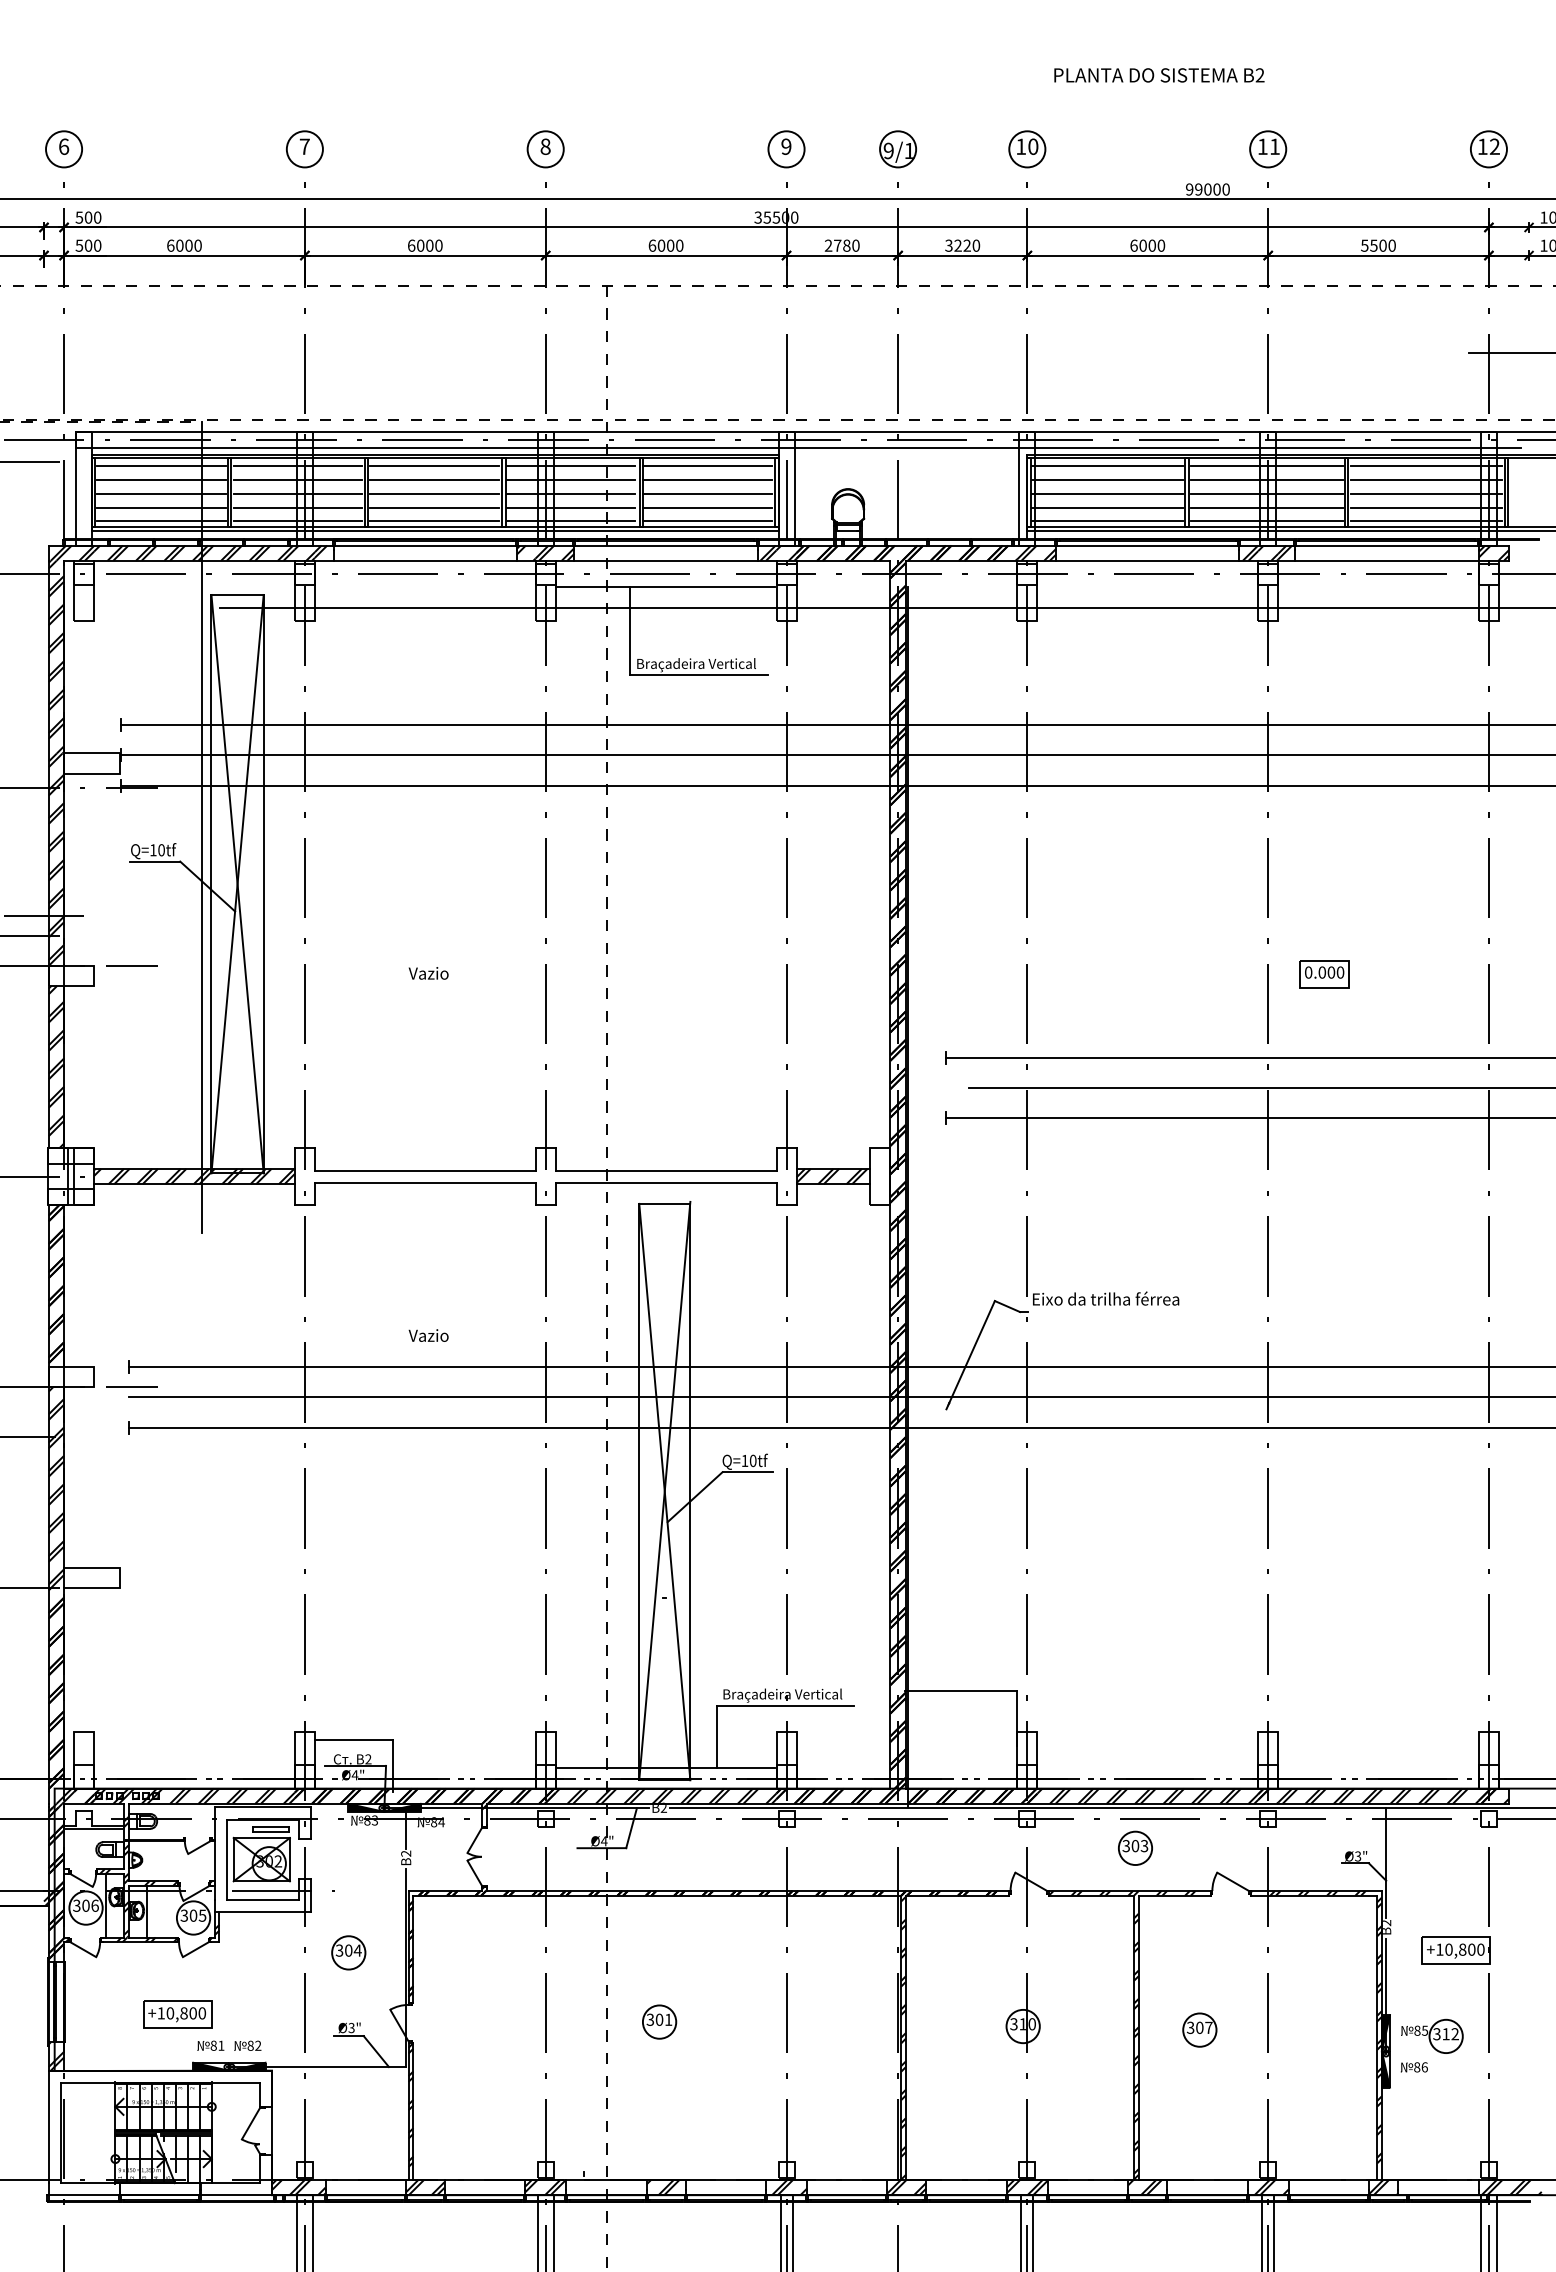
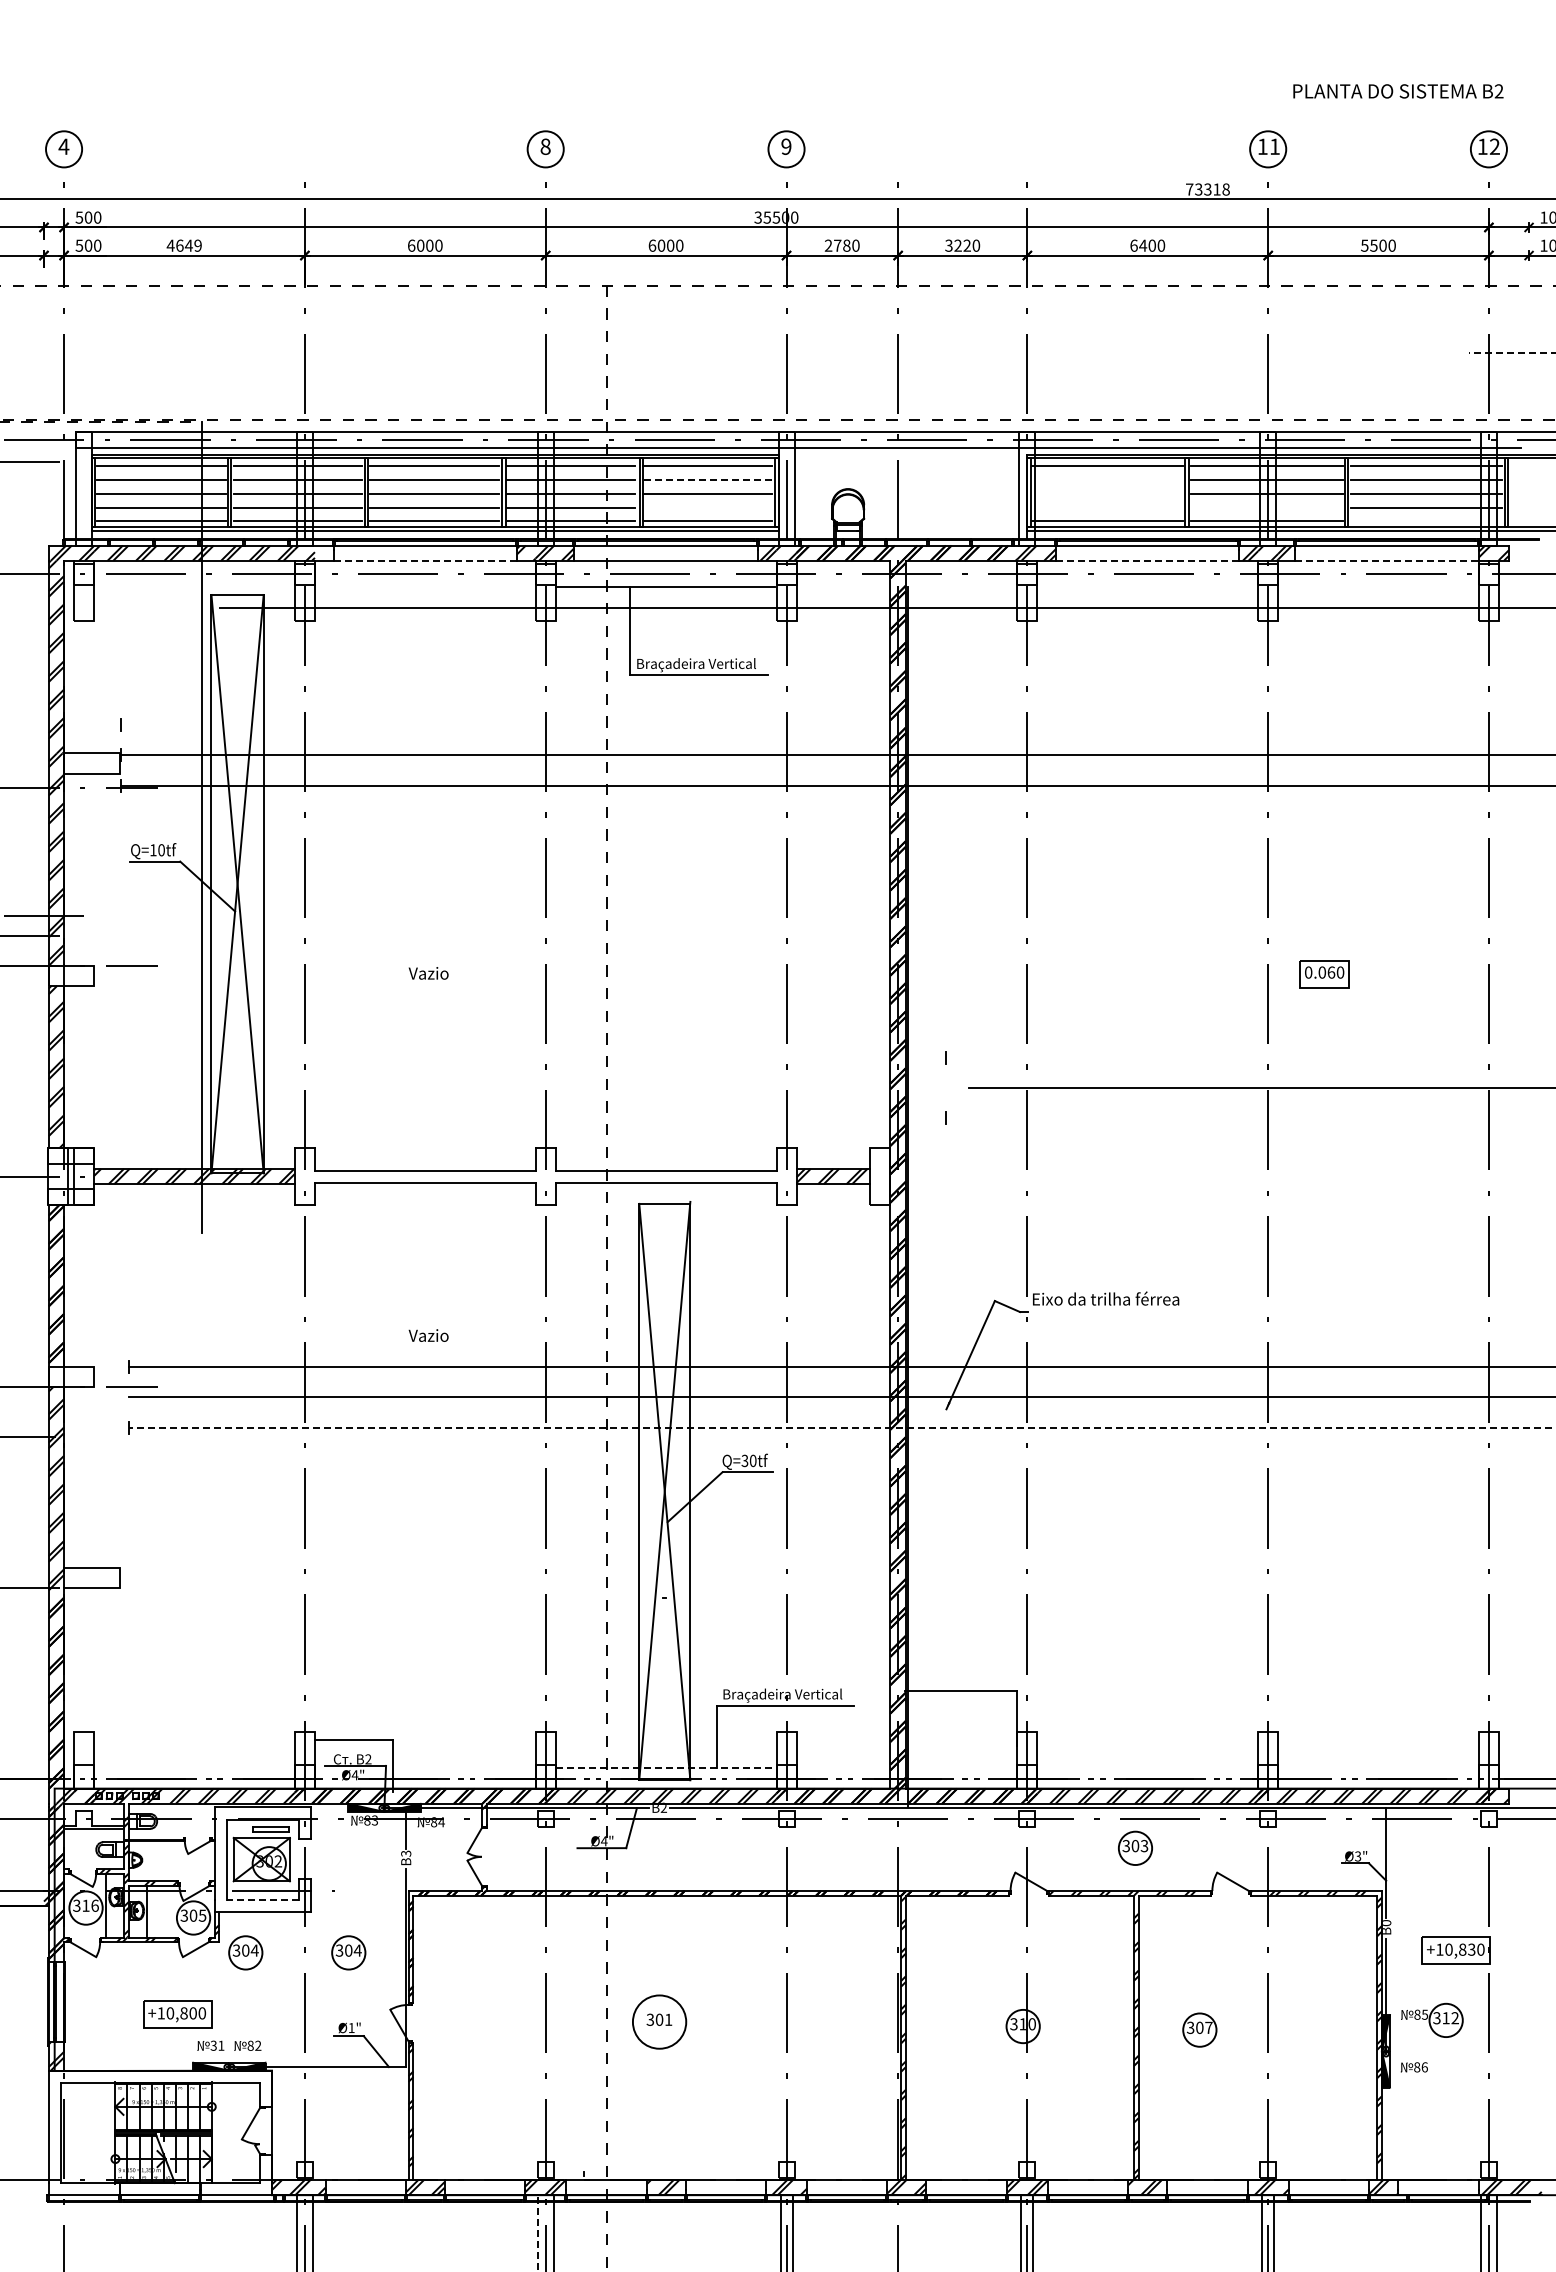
text at (1159, 75) position: (1159, 75) -> (1398, 91)
text at (63, 146): 6 -> 4
part at (304, 149): present -> none
part at (897, 149): present -> none
part at (1027, 149): present -> none
text at (1207, 189): 99000 -> 73318
text at (183, 245): 6000 -> 4649
text at (1143, 245): 6000 -> 6400
line at (1512, 352): solid -> dashed
line at (707, 479): solid -> dashed
line at (1107, 479): present -> none
line at (1107, 493): present -> none
line at (707, 507): present -> none
line at (1107, 507): present -> none
line at (1266, 507): present -> none
line at (1426, 521): present -> none
hatch at (320, 551): present -> none
line at (425, 560): solid -> dashed
line at (1147, 560): solid -> dashed
line at (1386, 560): solid -> dashed
line at (836, 724): present -> none
text at (1331, 972): 0.000 -> 0.060
line at (1248, 1058): present -> none
line at (1248, 1118): present -> none
line at (841, 1427): solid -> dashed
text at (744, 1460): Q=10tf -> Q=30tf
line at (665, 1768): solid -> dashed
text at (406, 1853): B2 -> B3
line at (262, 1899): solid -> dashed
text at (85, 1905): 306 -> 316
text at (1387, 1923): B2 -> B0
text at (1471, 1949): +10,800 -> +10,830
part at (245, 1952): none -> present
circle at (659, 2021) diameter: 33 px -> 53 px
text at (351, 2027): Ø3" -> Ø1"
part at (1432, 2035) position: (1432, 2035) -> (1432, 2019)
text at (213, 2045): 81 -> 31
line at (537, 2232): solid -> dashed
